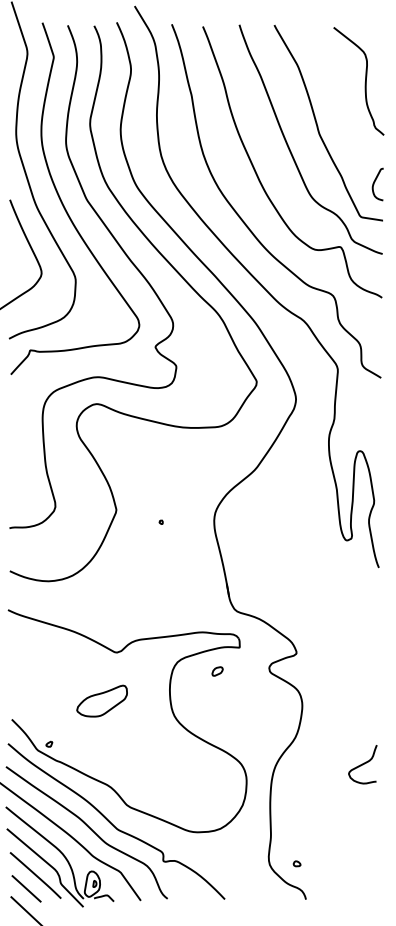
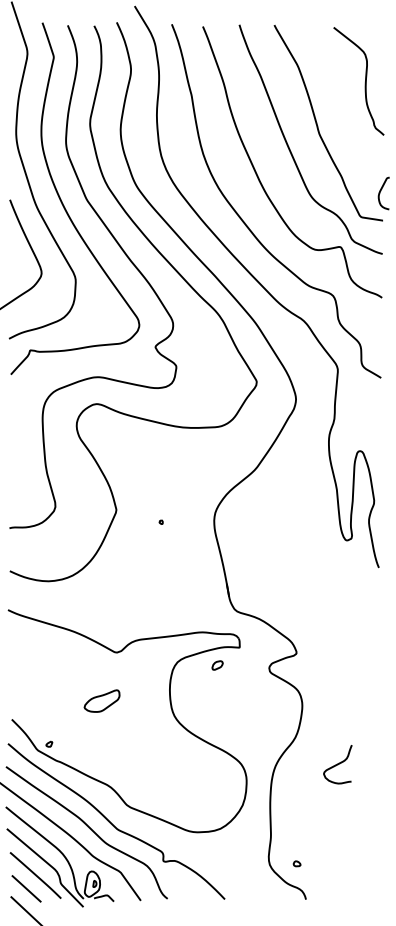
curve at (375, 182) position: (375, 182) -> (381, 191)
part at (217, 671) position: (217, 671) -> (217, 665)
part at (101, 700) size: 52x34 px -> 38x24 px
curve at (362, 764) position: (362, 764) -> (337, 764)
